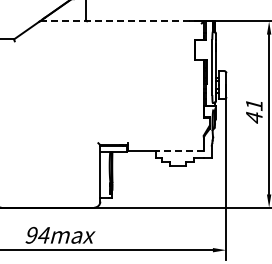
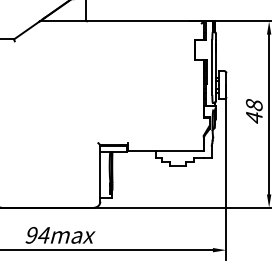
line at (121, 21): dashed -> solid
text at (253, 105): 41 -> 48
line at (179, 151): dashed -> solid
